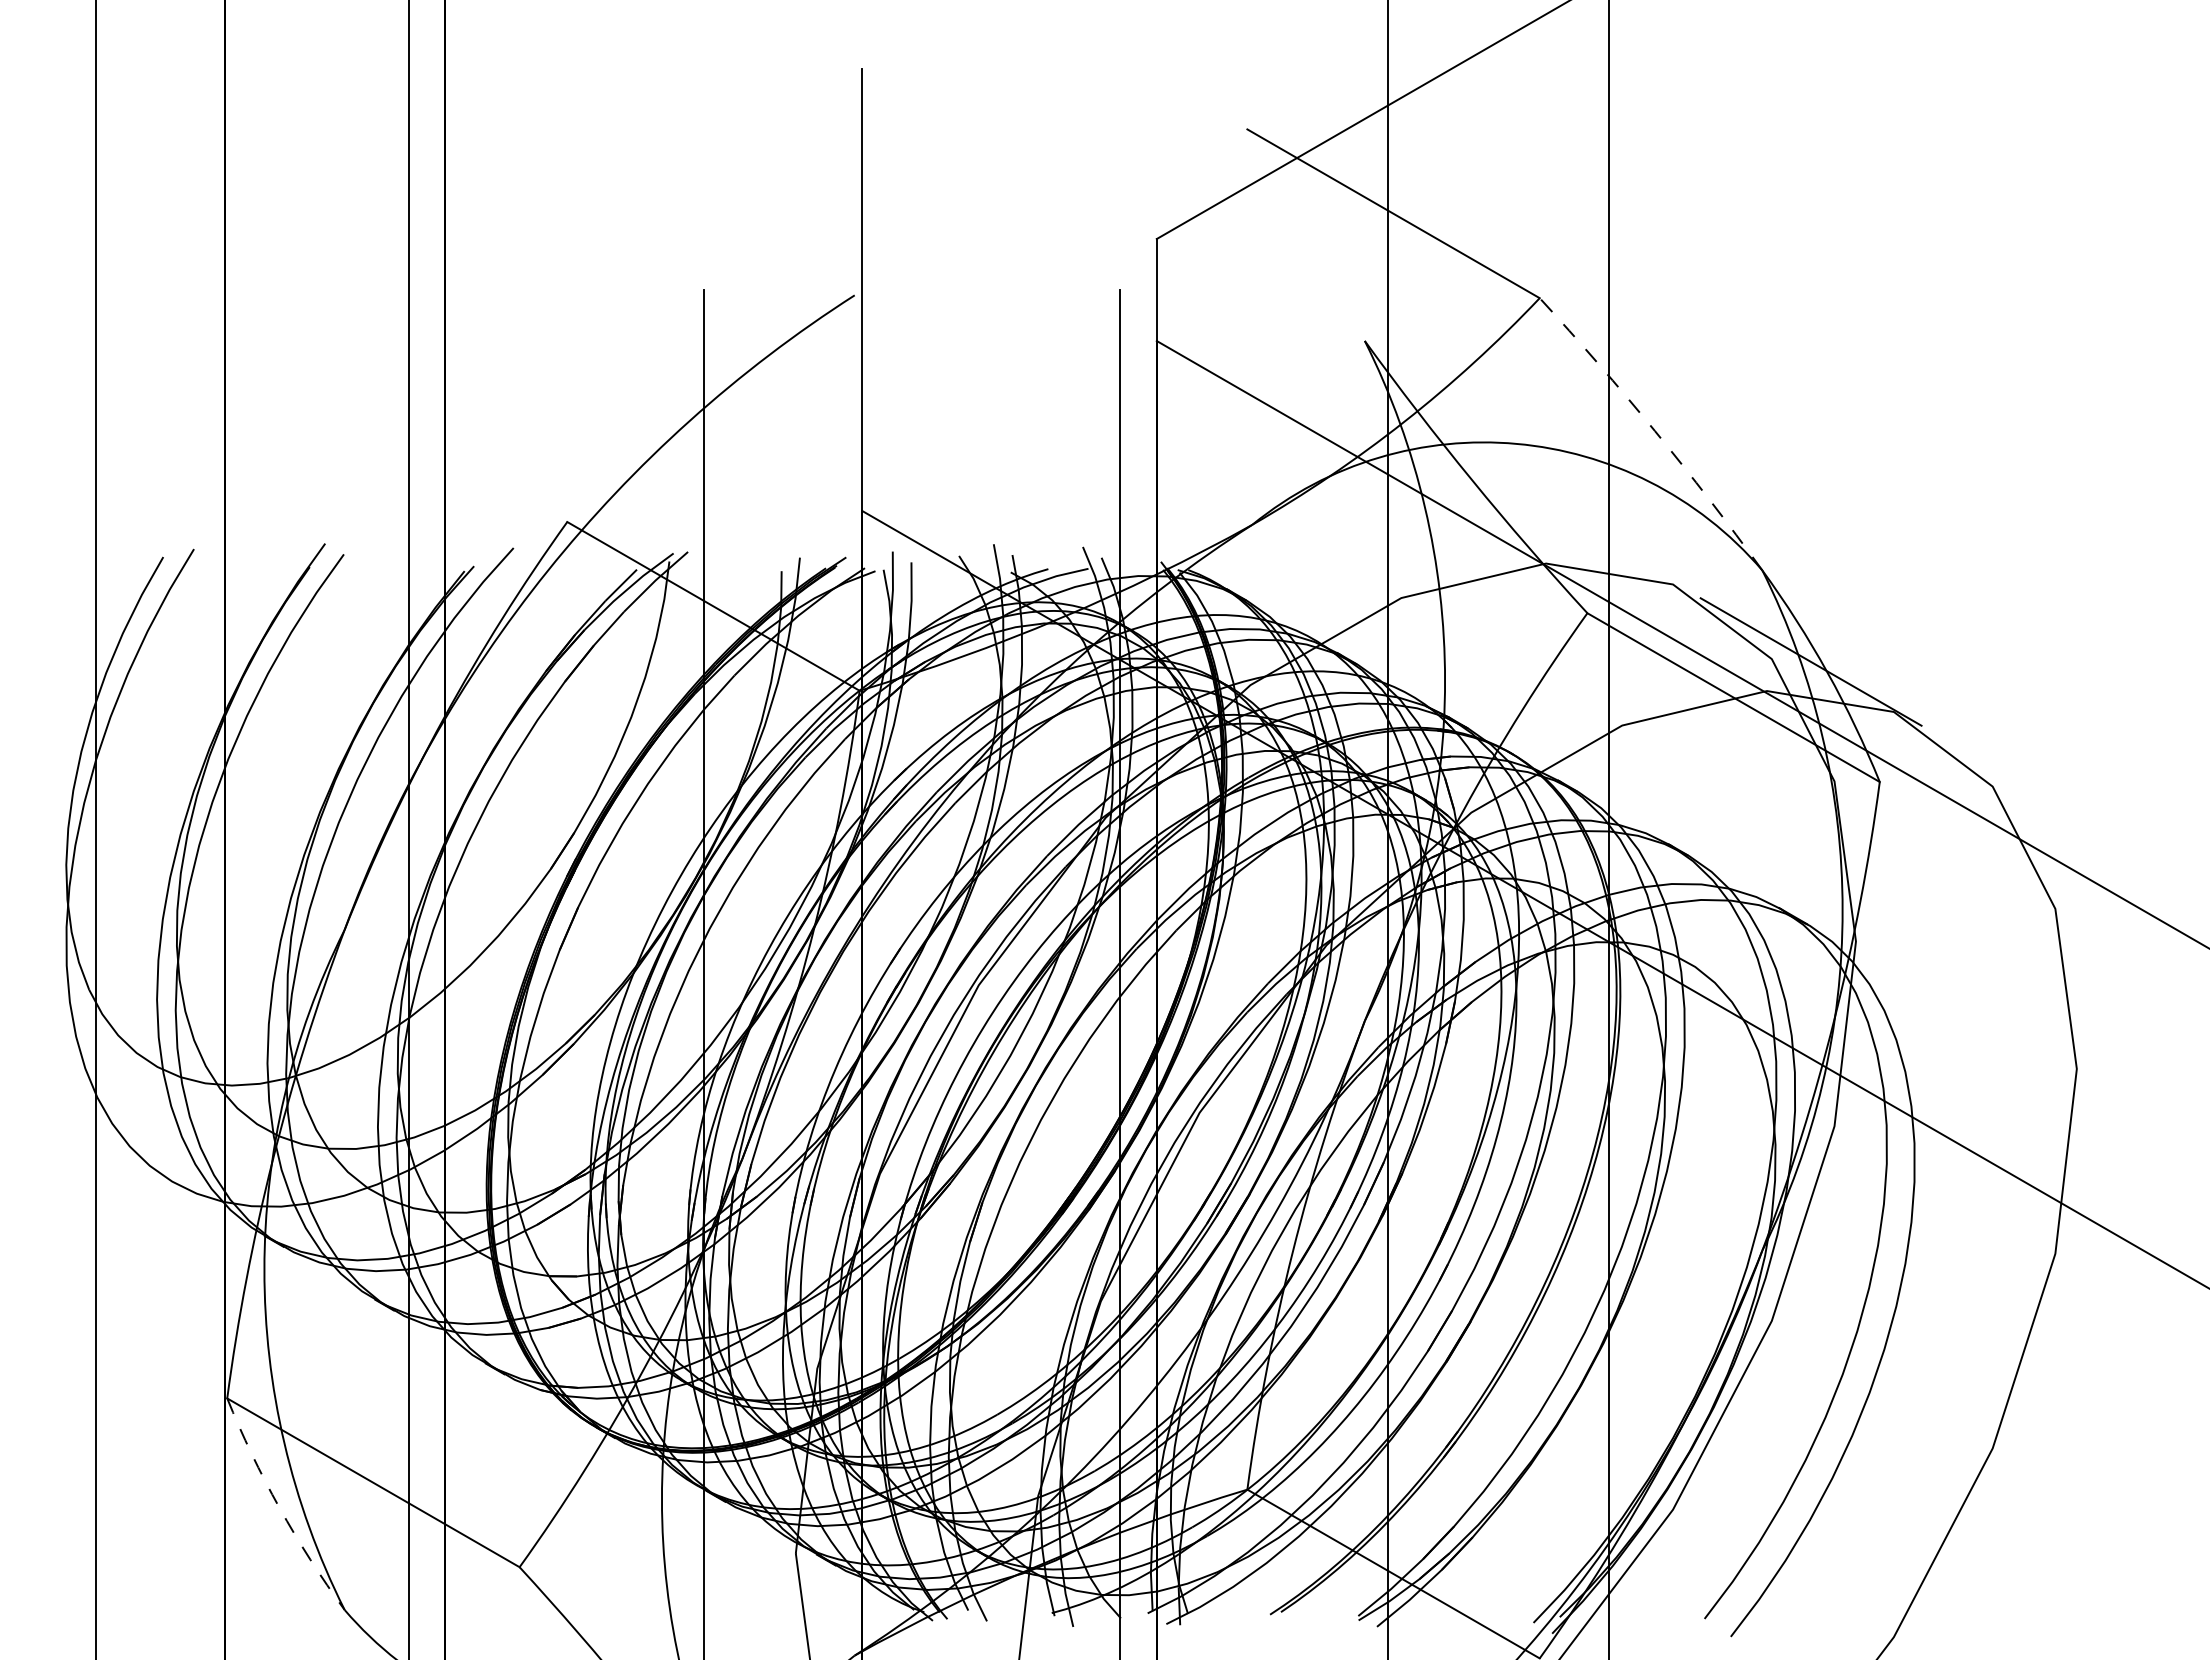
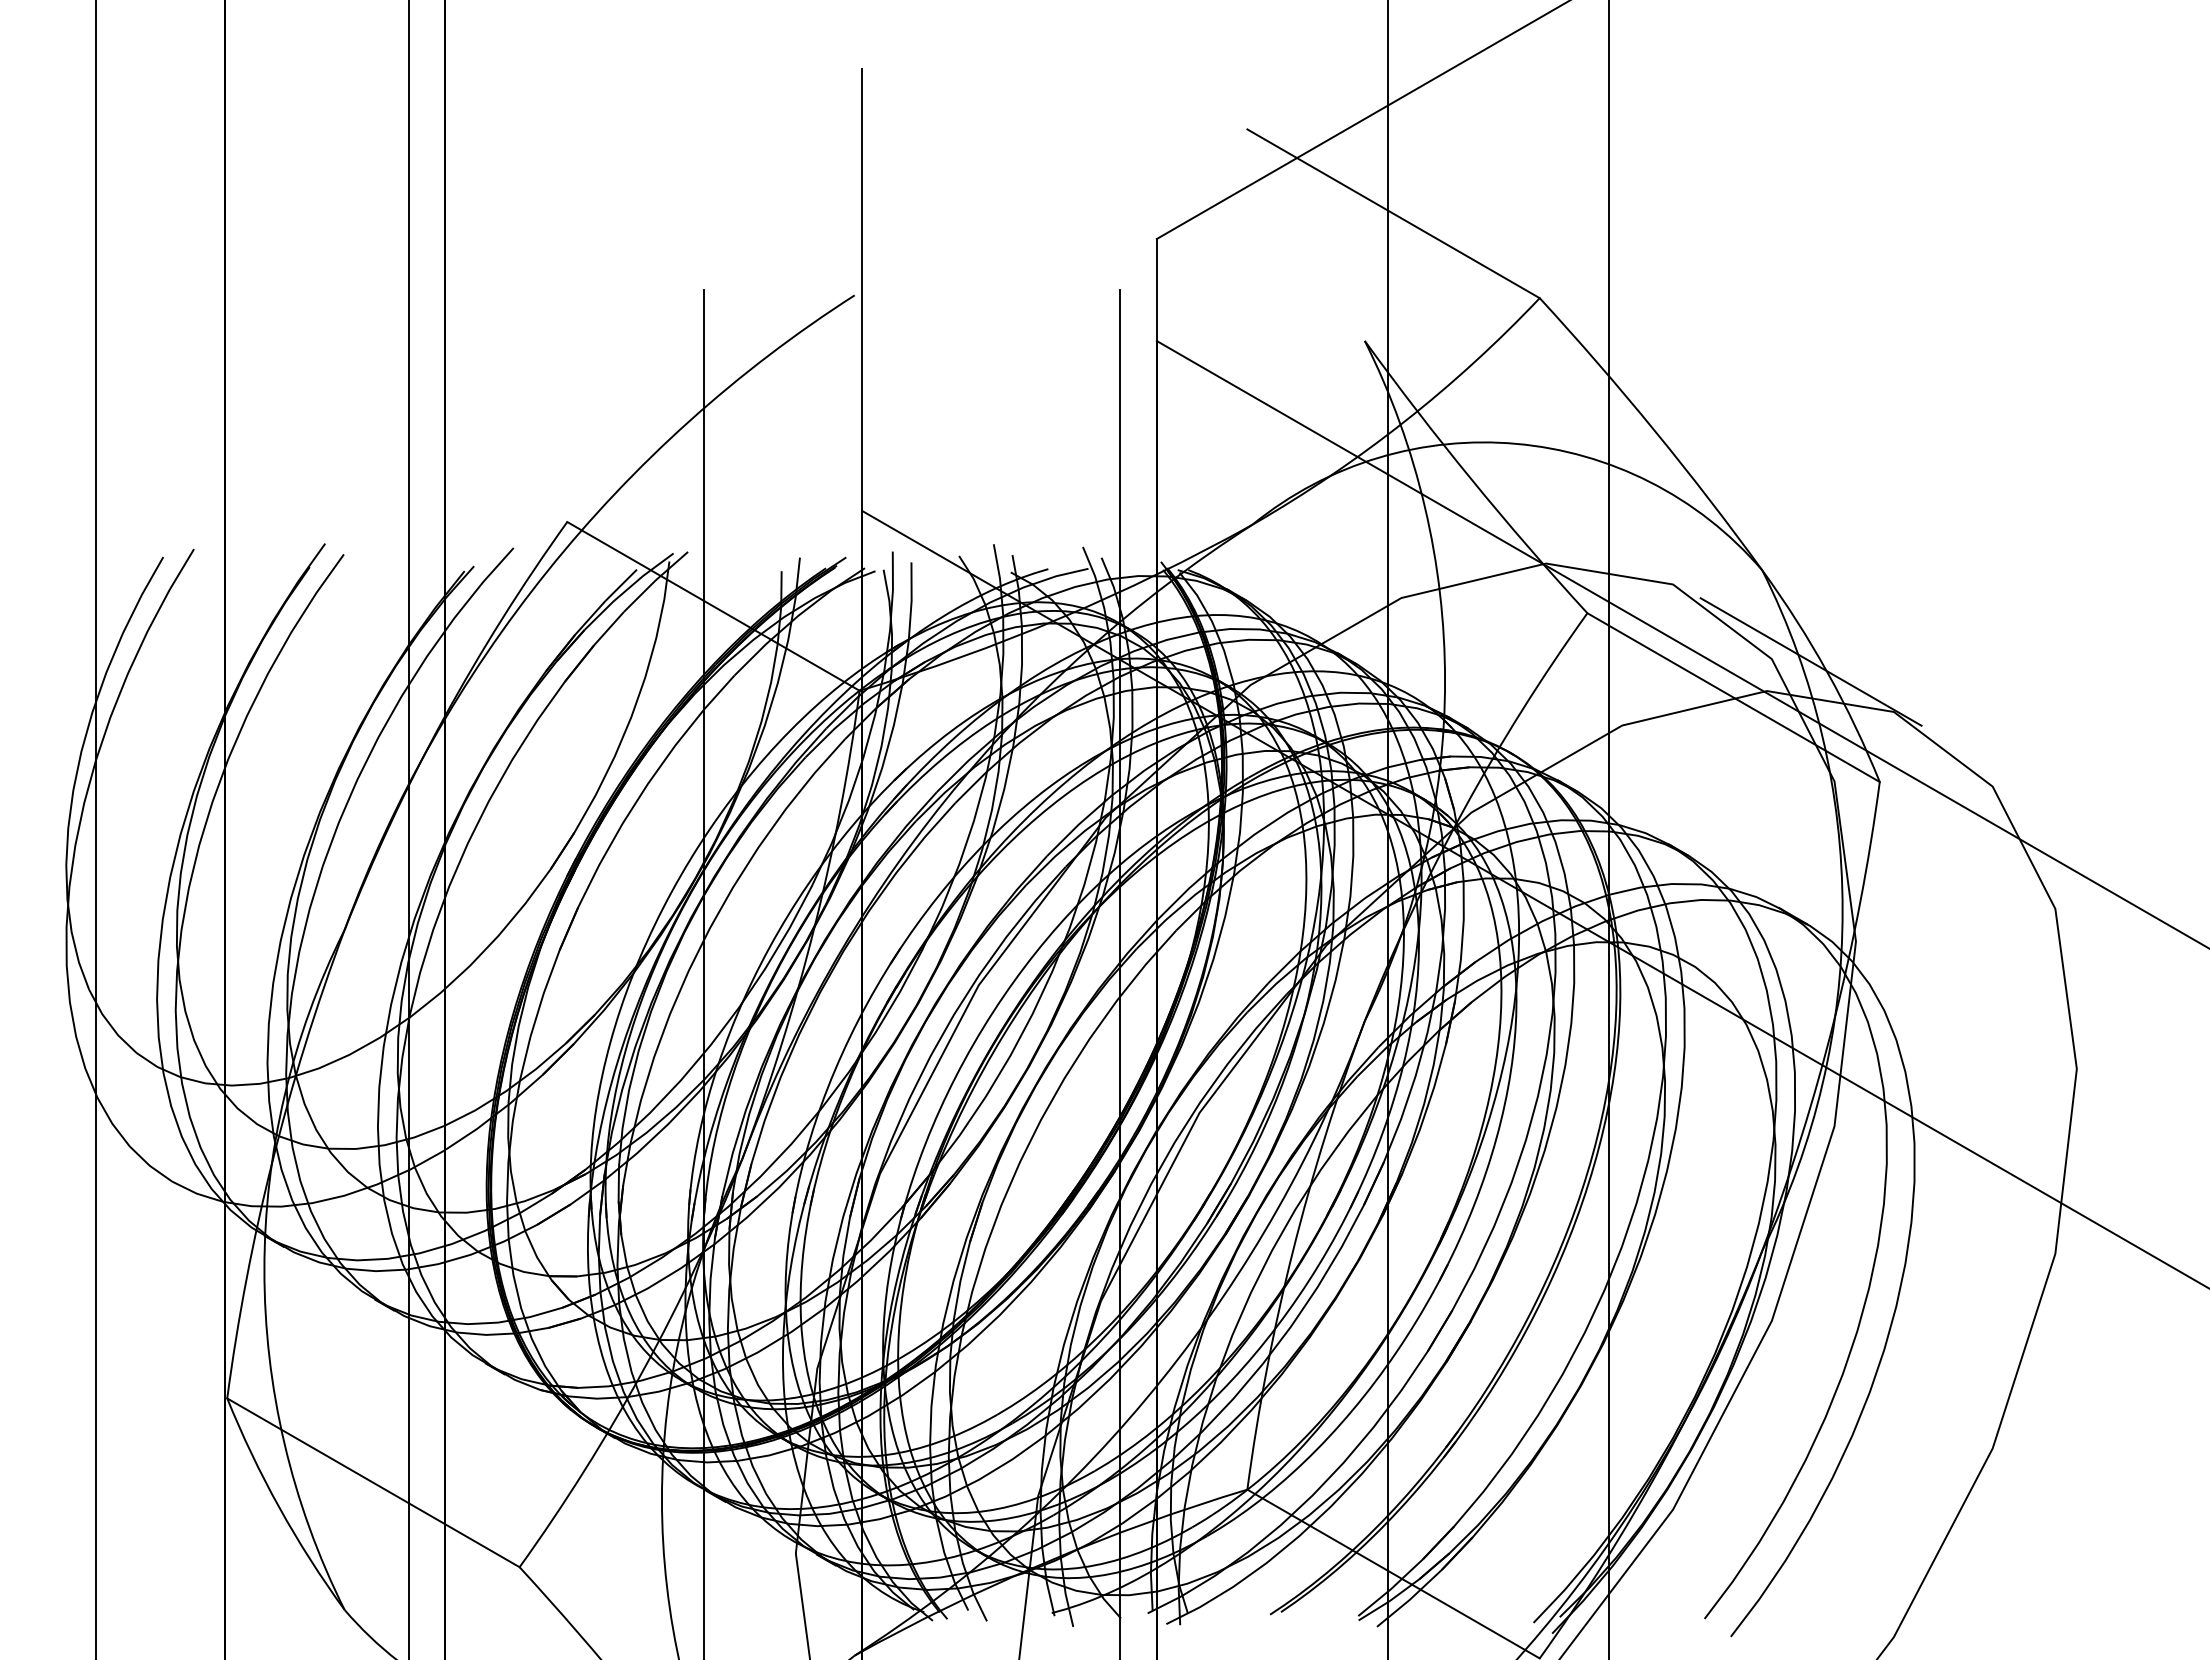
arc at (1654, 431): dashed -> solid
arc at (279, 1507): dashed -> solid
